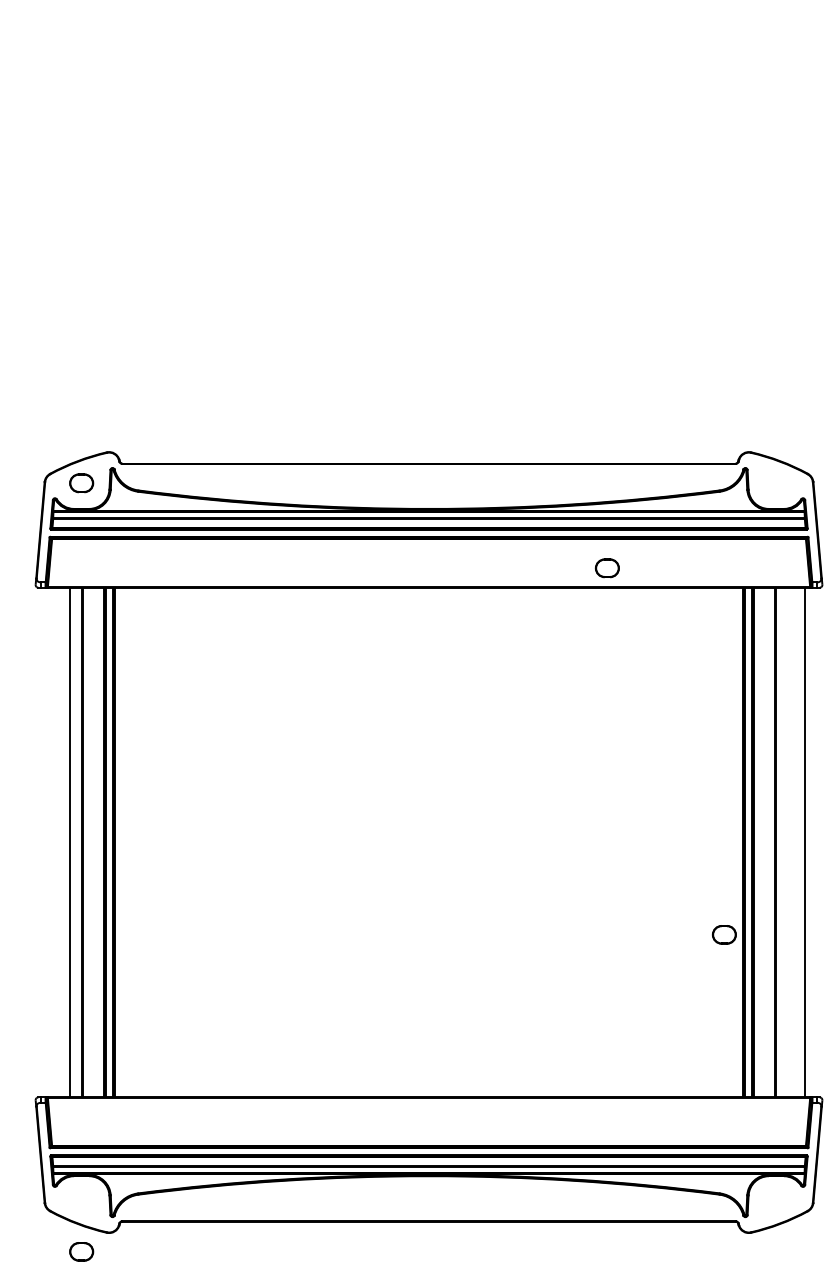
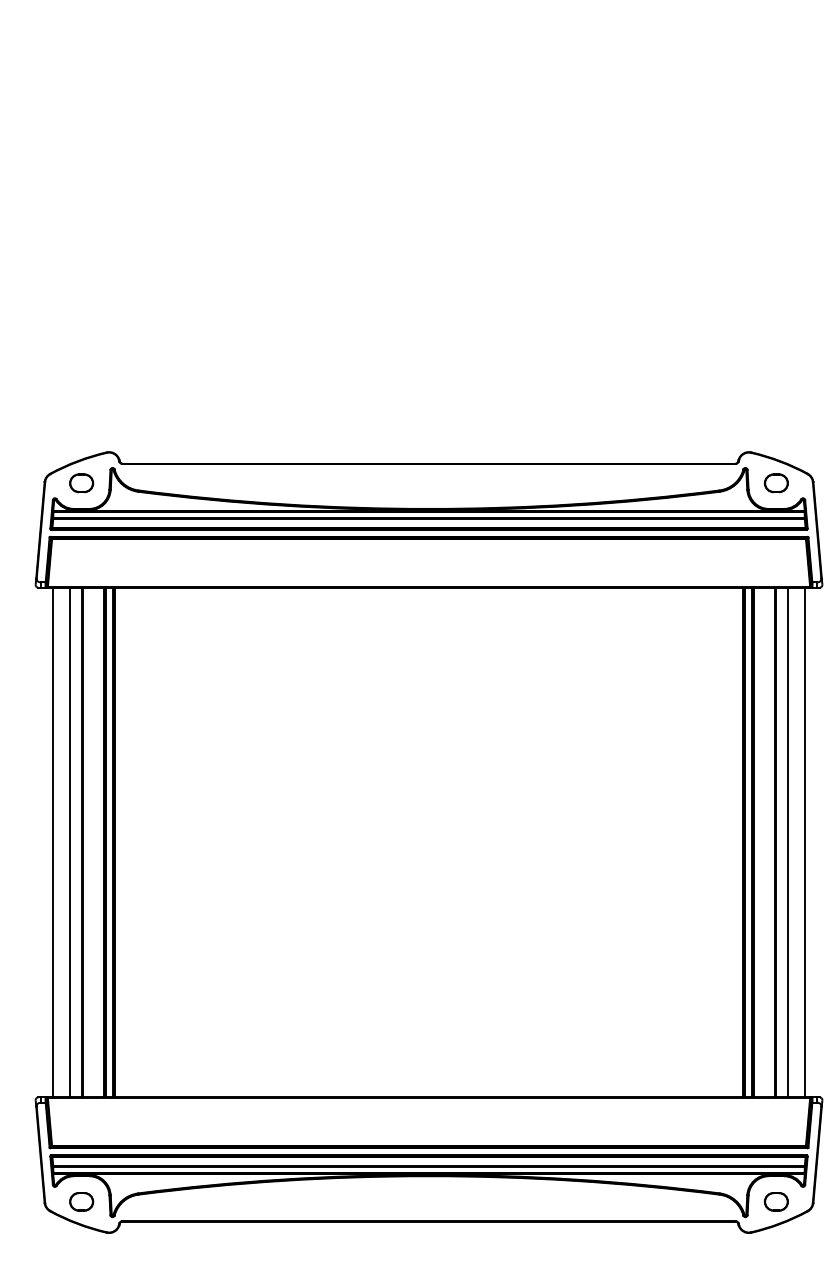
part at (606, 568) position: (606, 568) -> (775, 483)
line at (52, 842): none -> present
line at (788, 842): none -> present
part at (724, 934) position: (724, 934) -> (776, 1201)
part at (81, 1251) position: (81, 1251) -> (81, 1201)
